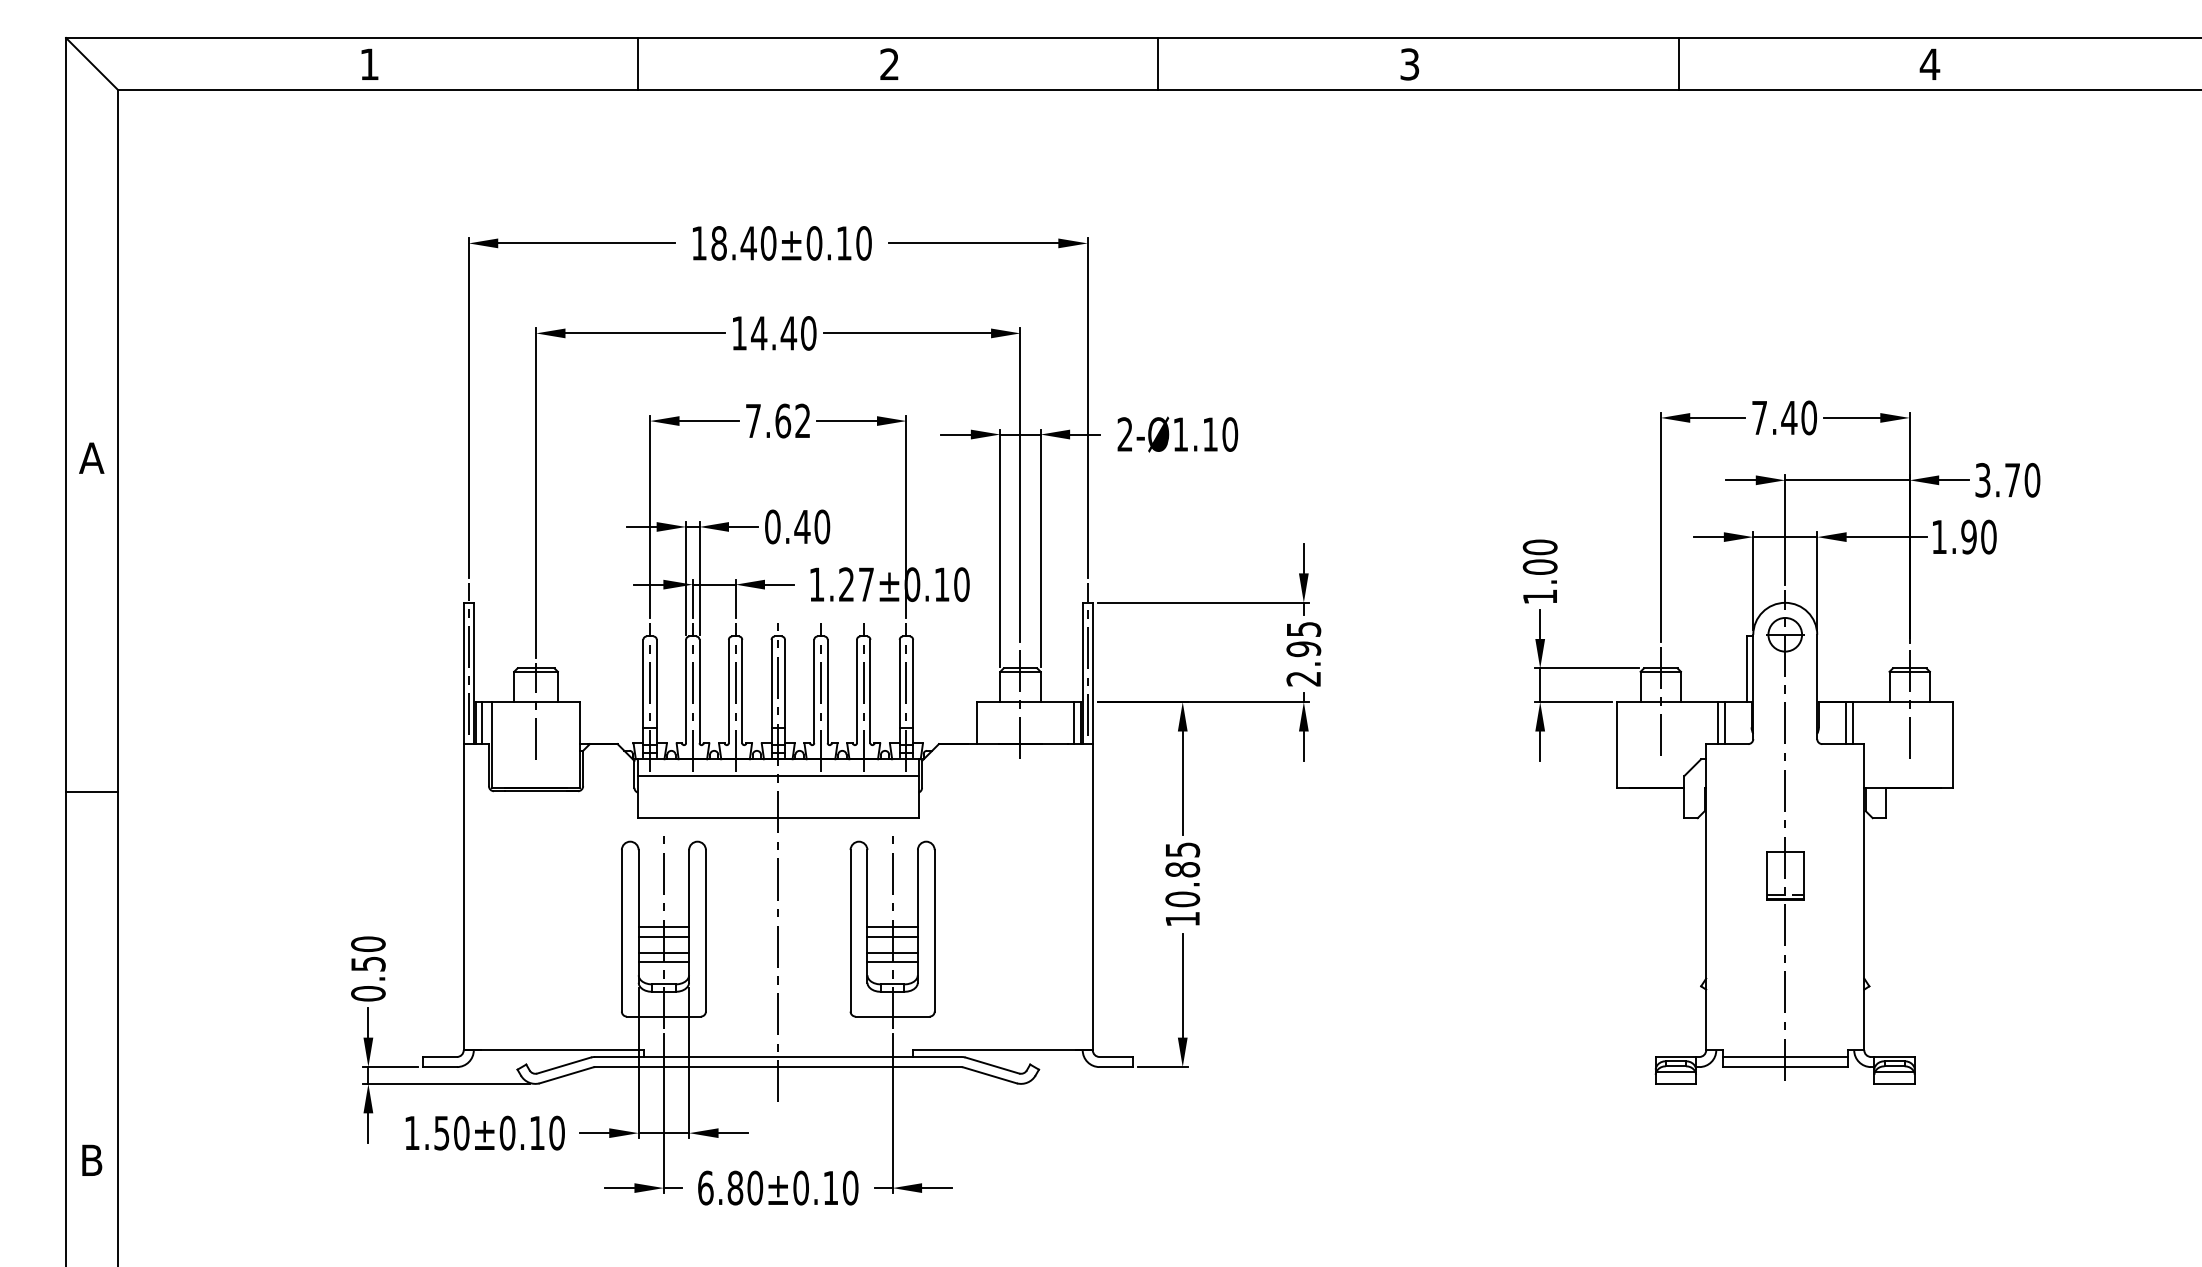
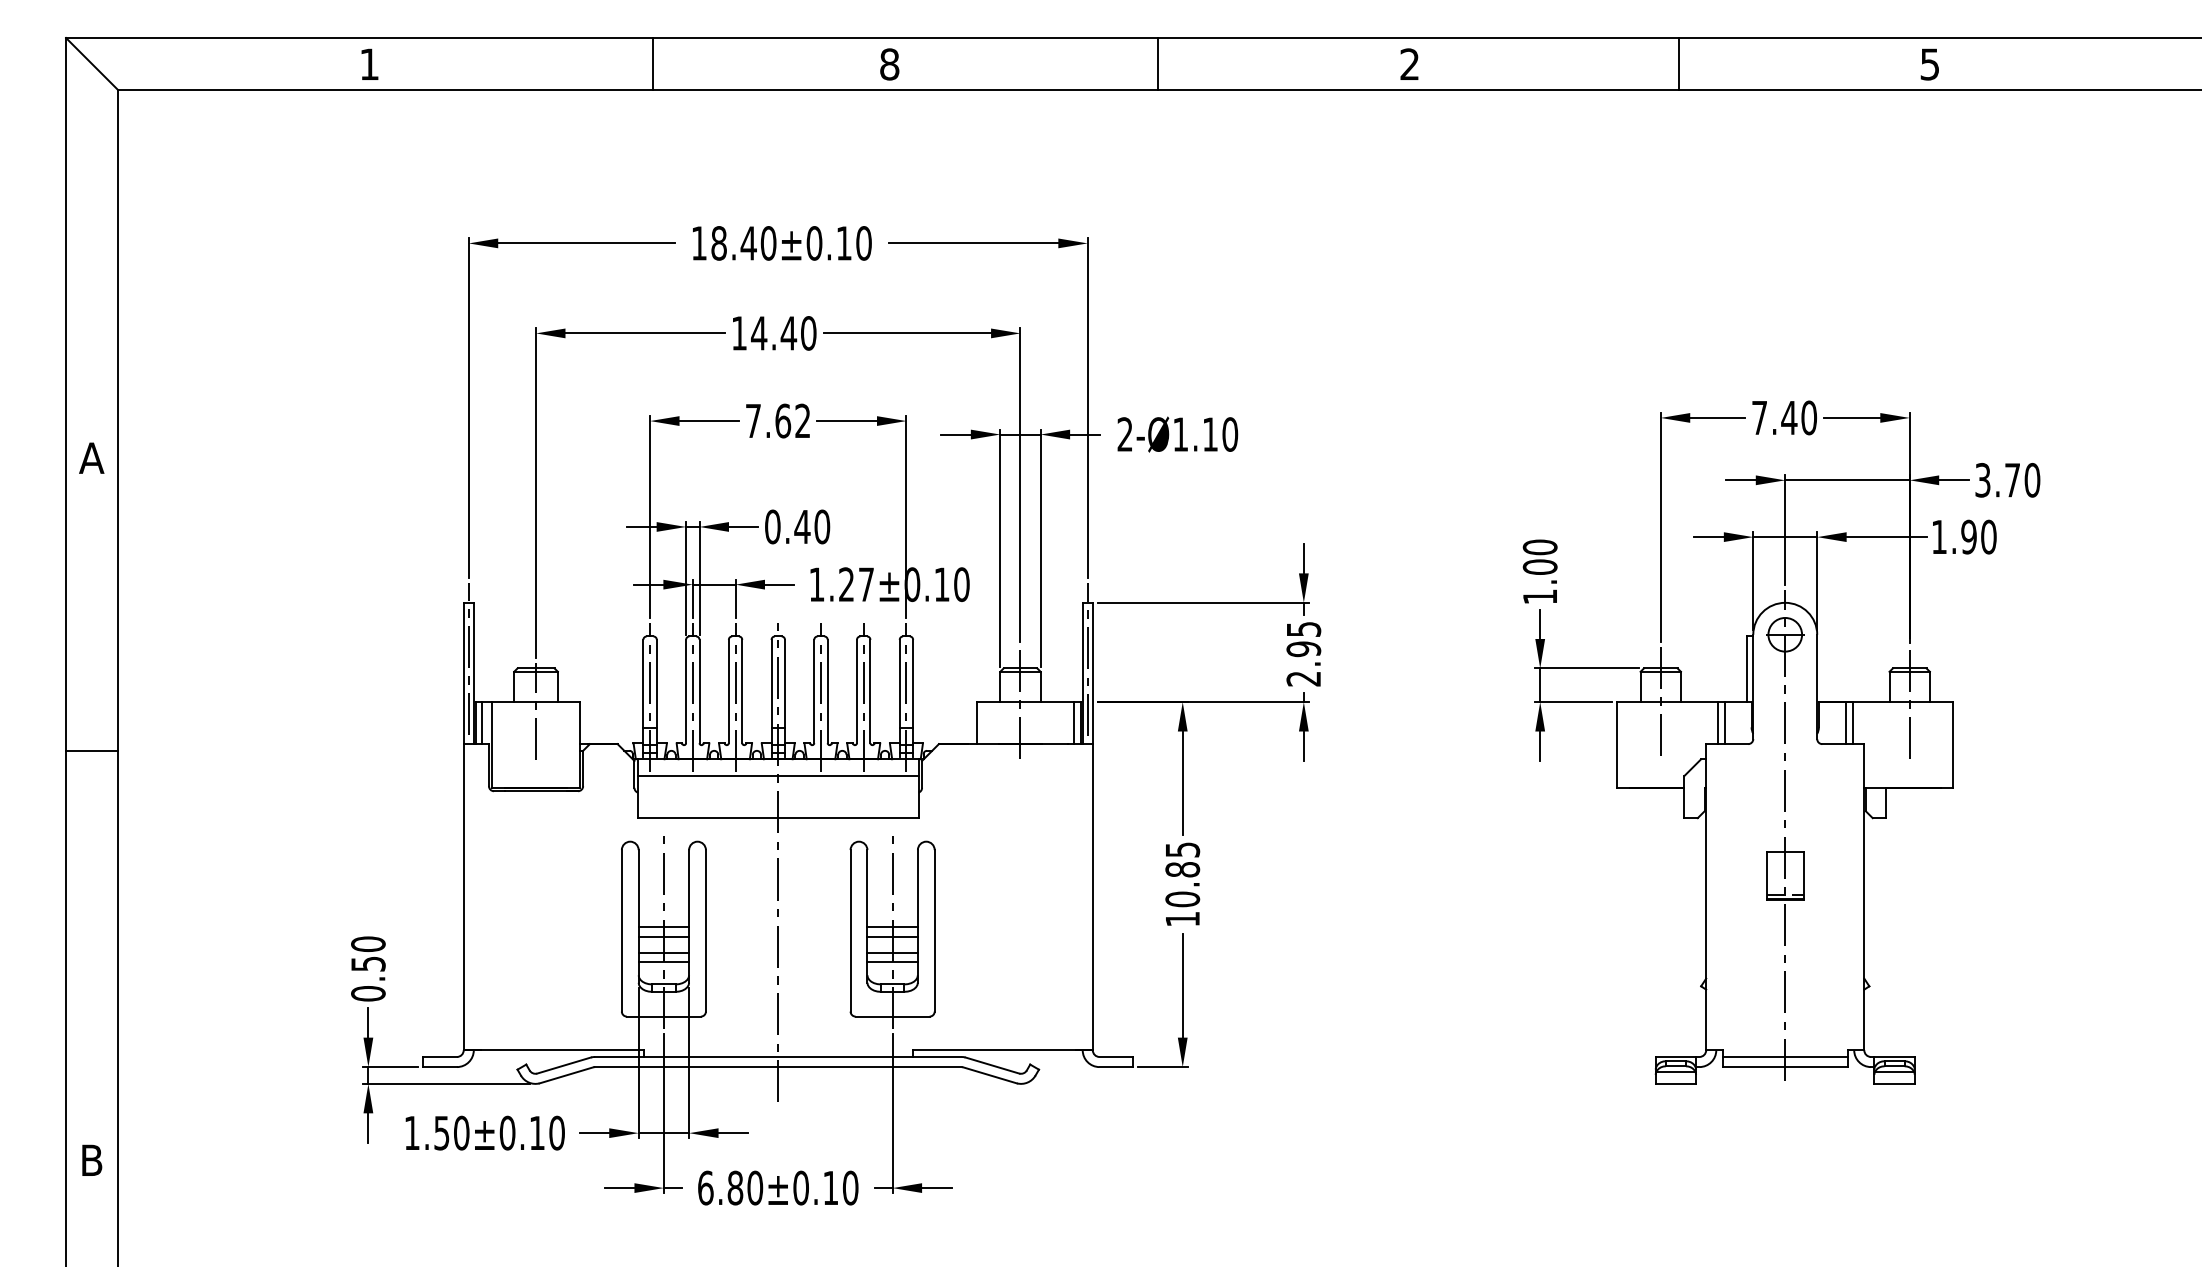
line at (638, 64) position: (638, 64) -> (653, 64)
text at (889, 64): 2 -> 8
text at (1409, 64): 3 -> 2
text at (1929, 64): 4 -> 5
line at (92, 792) position: (92, 792) -> (92, 751)
